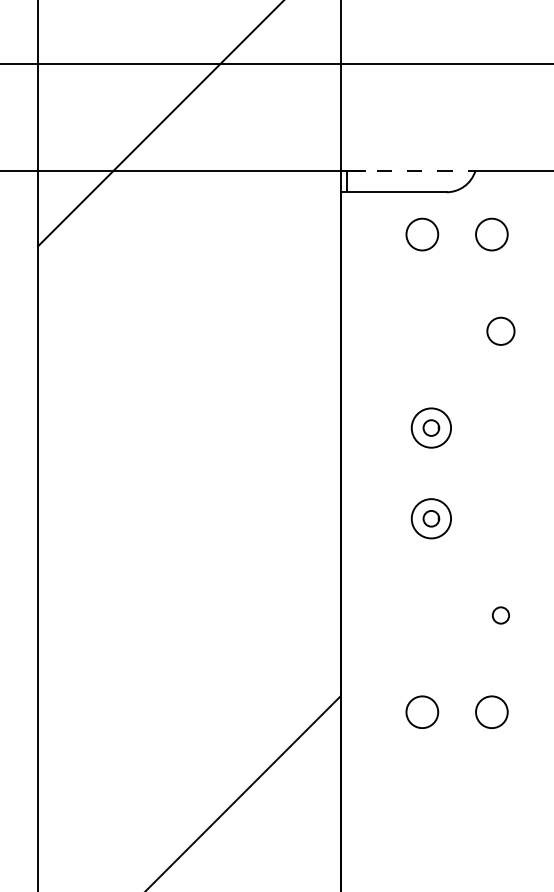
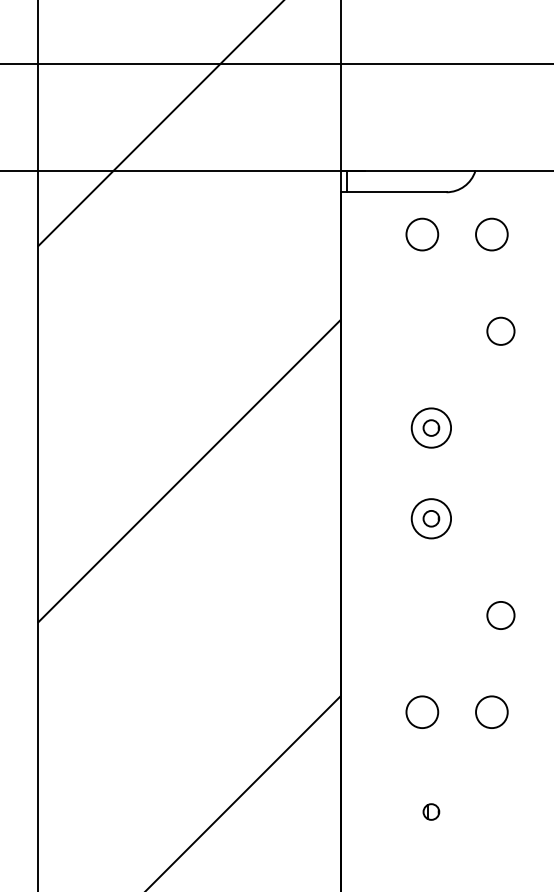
line at (411, 171): dashed -> solid
line at (189, 470): none -> present
circle at (500, 615) size: 19x19 px -> 30x29 px
part at (431, 811): none -> present
